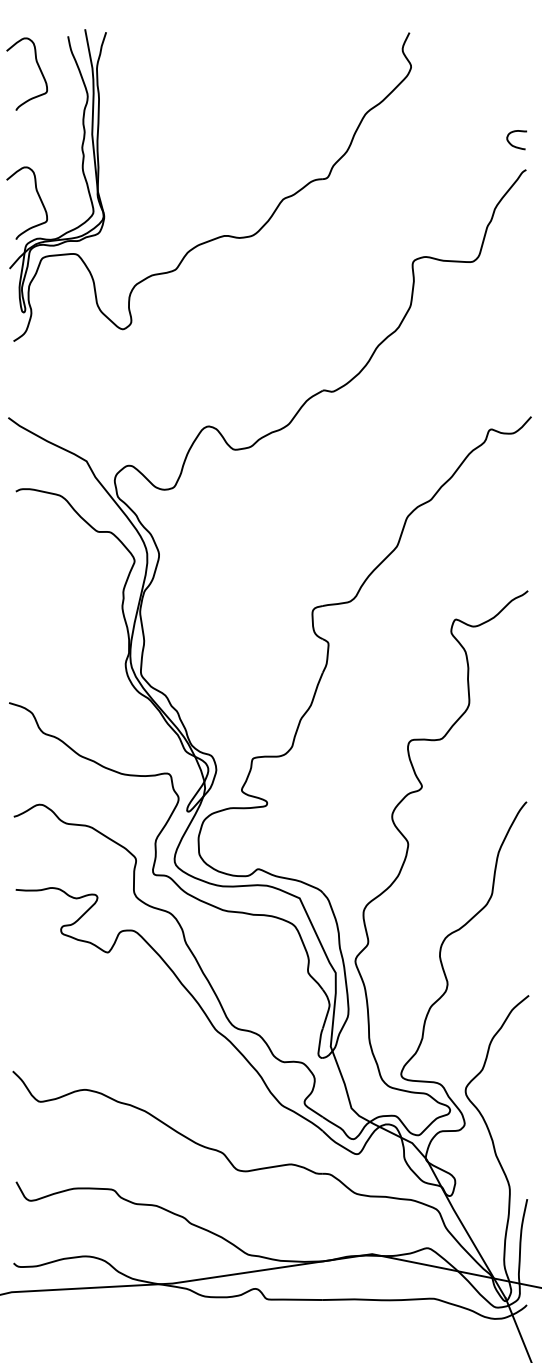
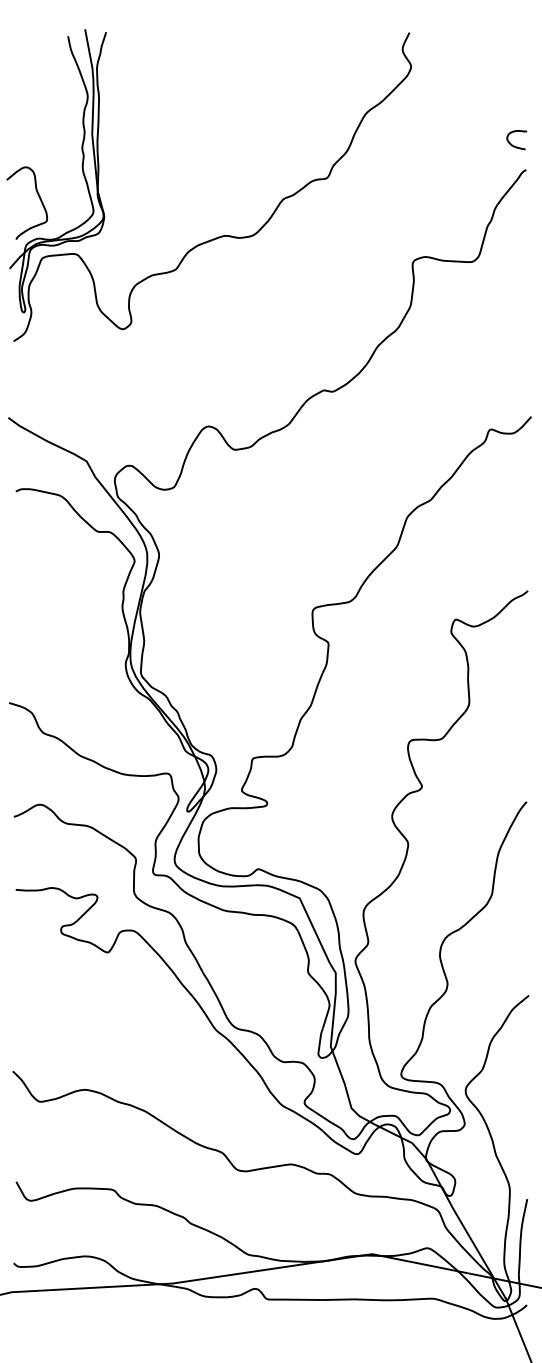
curve at (38, 68): present -> none
